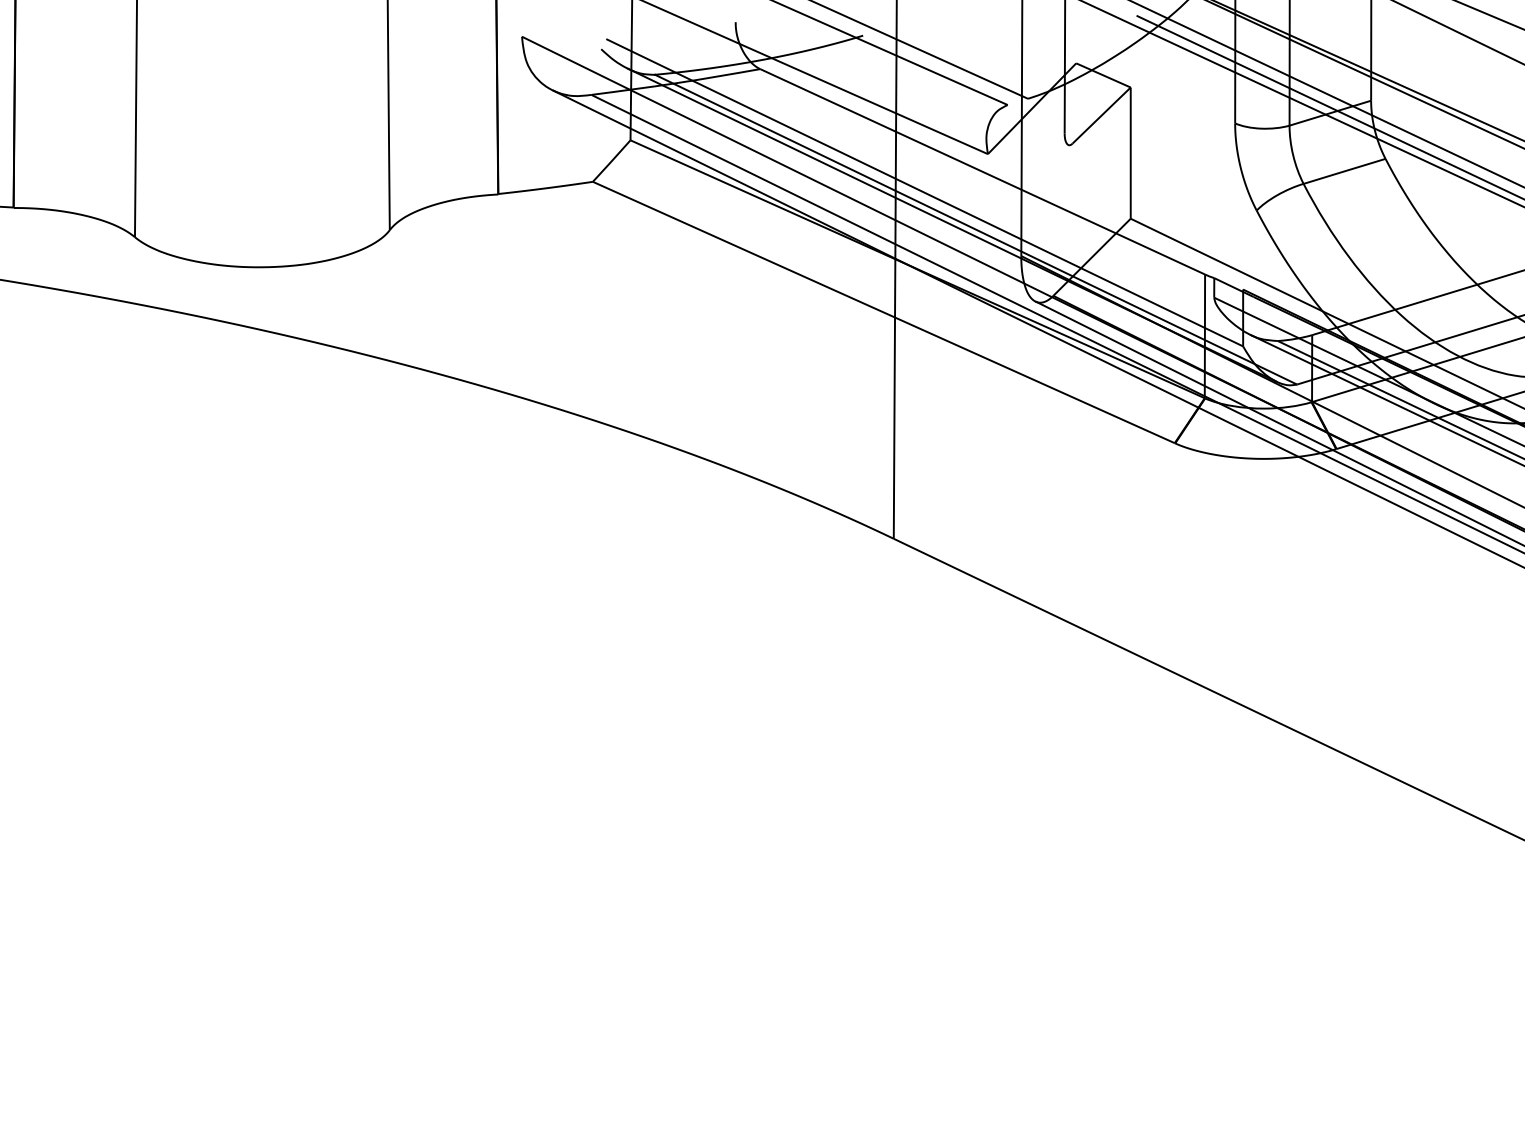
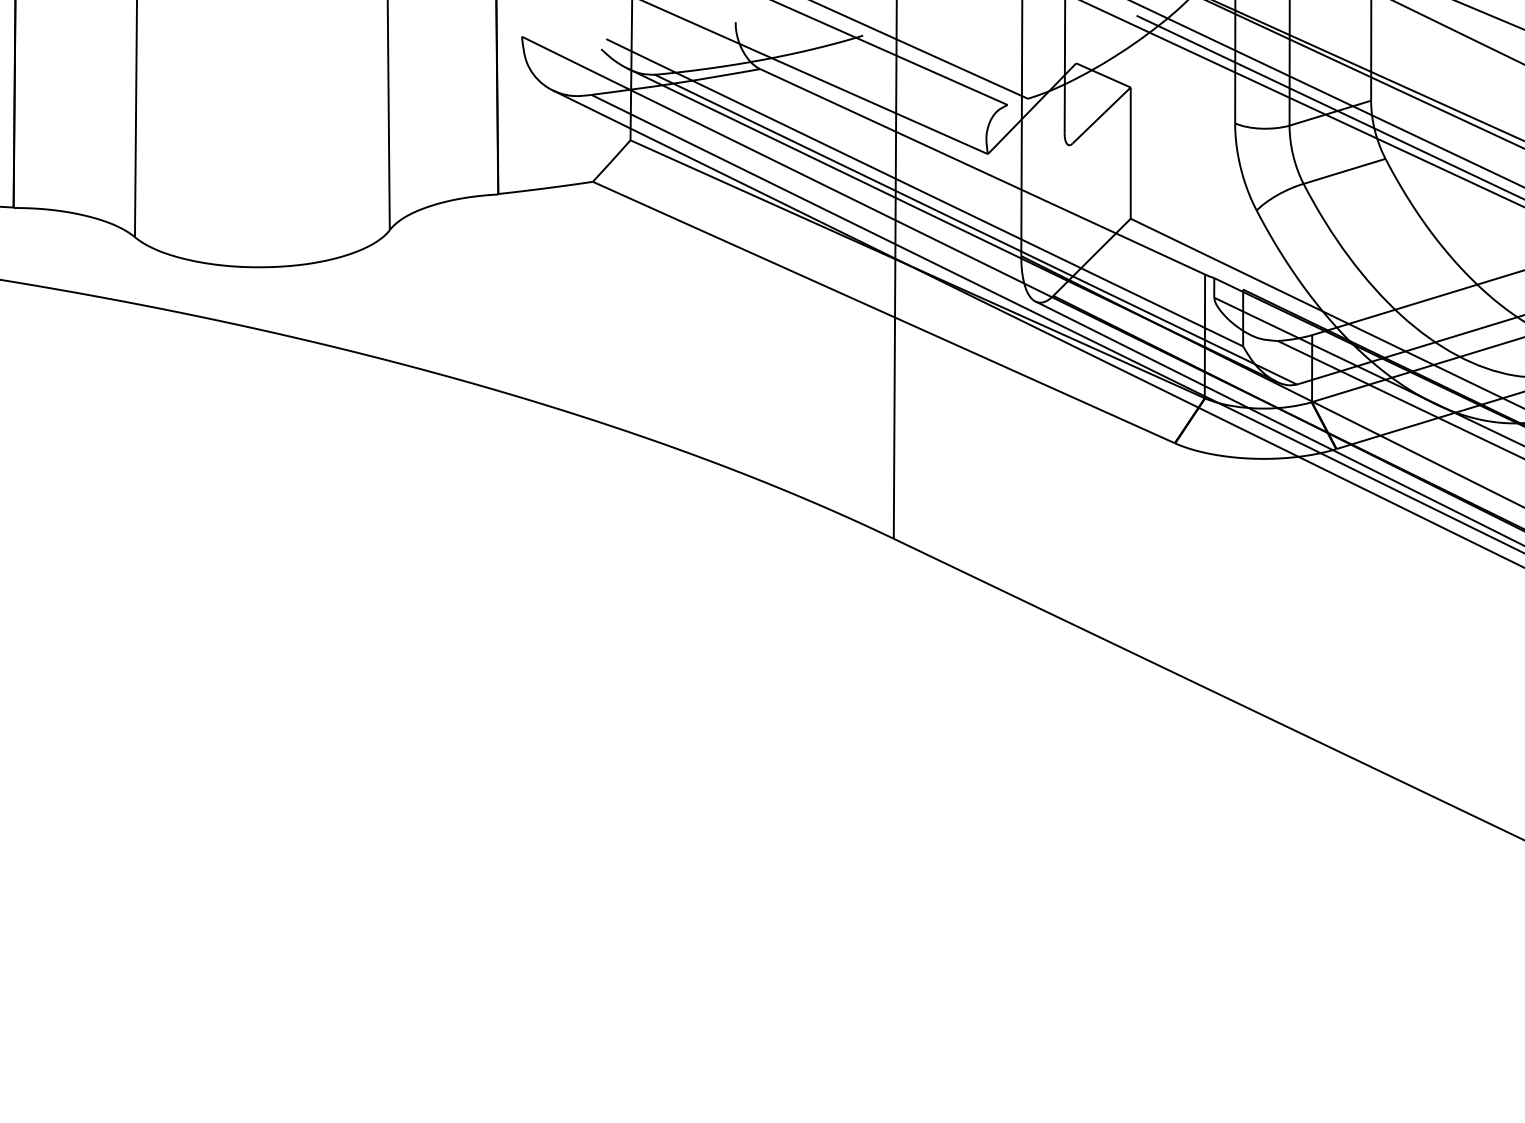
line at (1385, 399): present -> none
